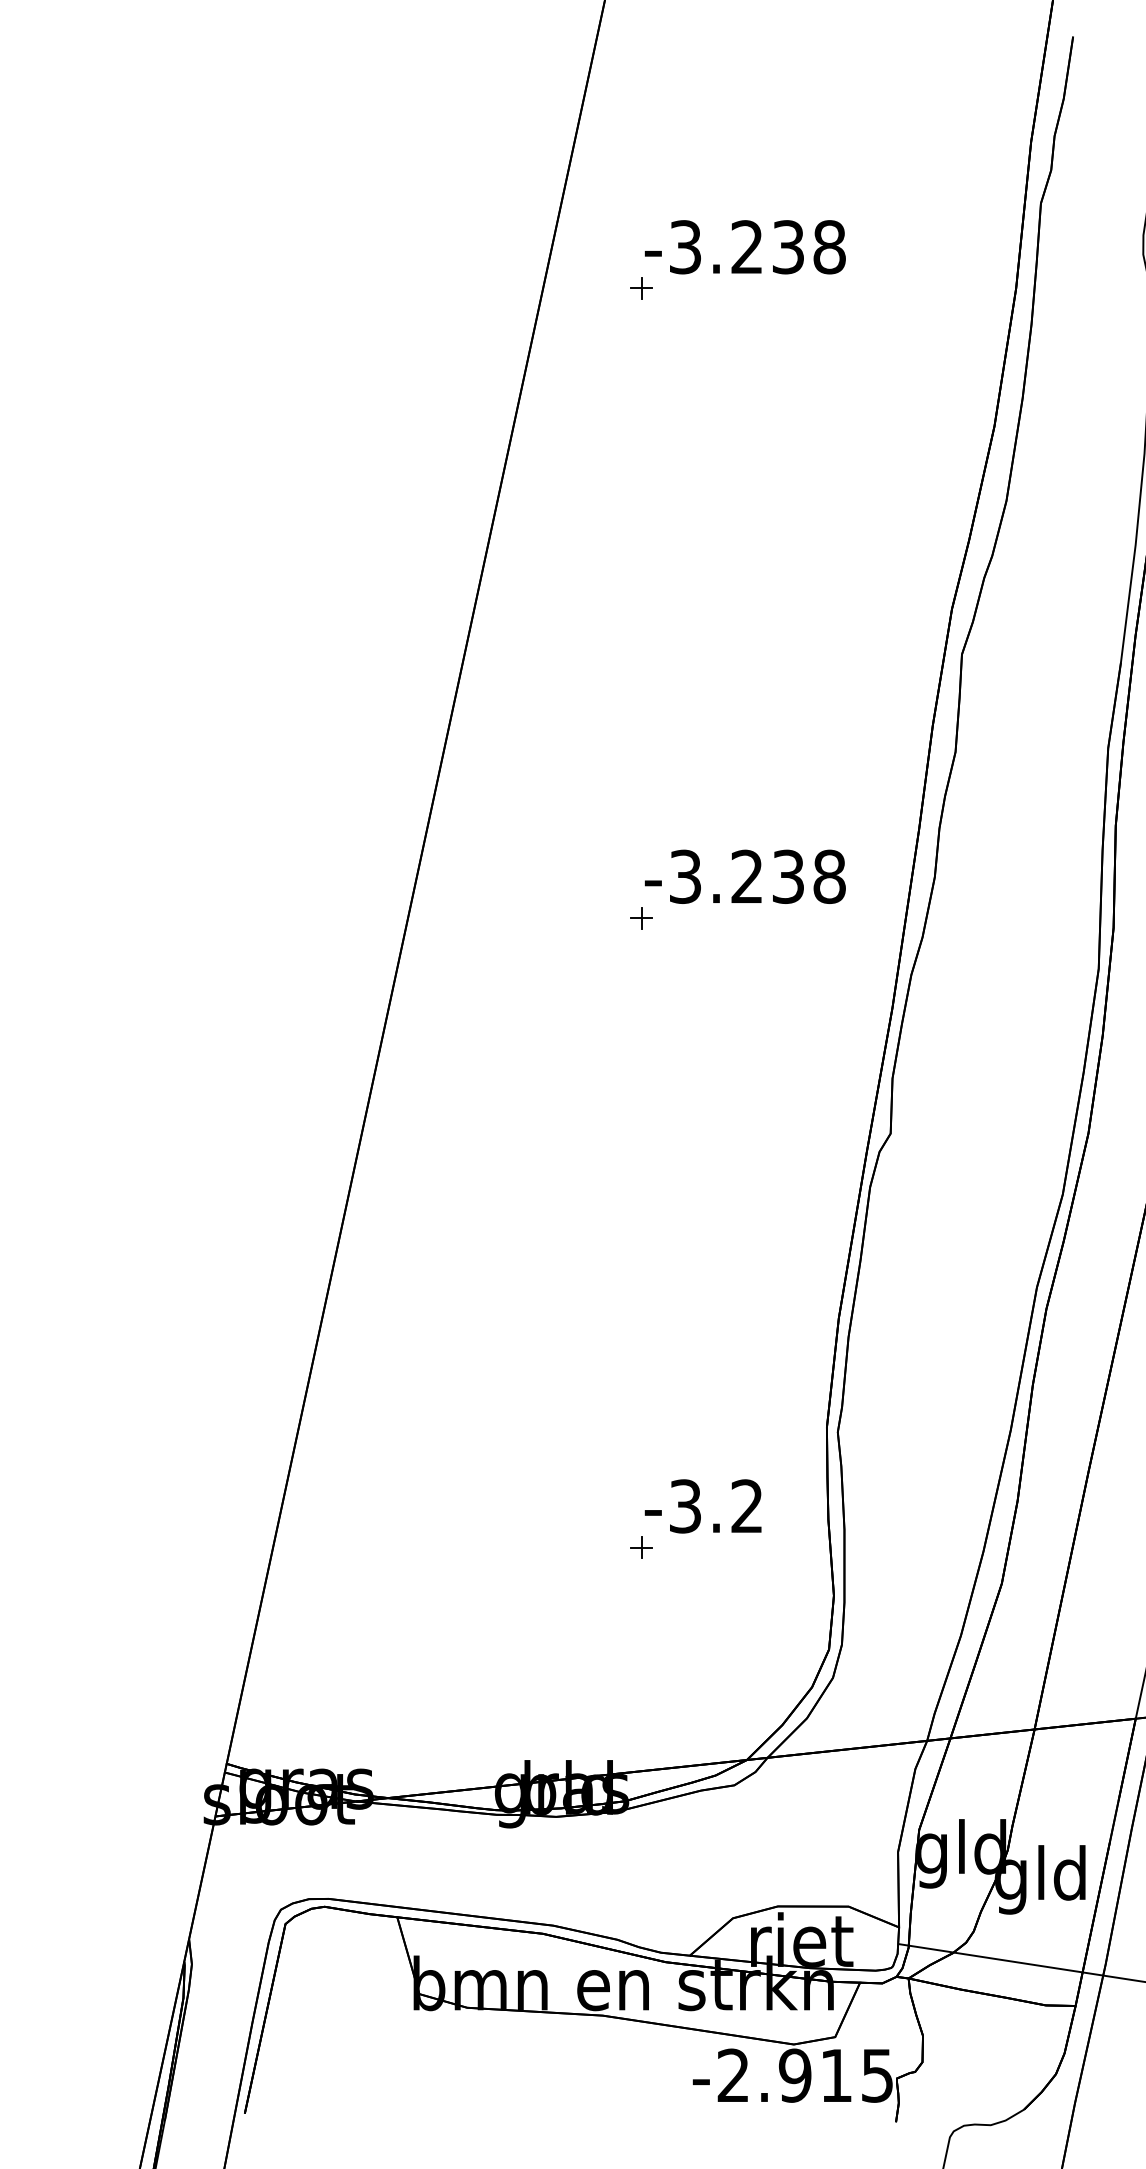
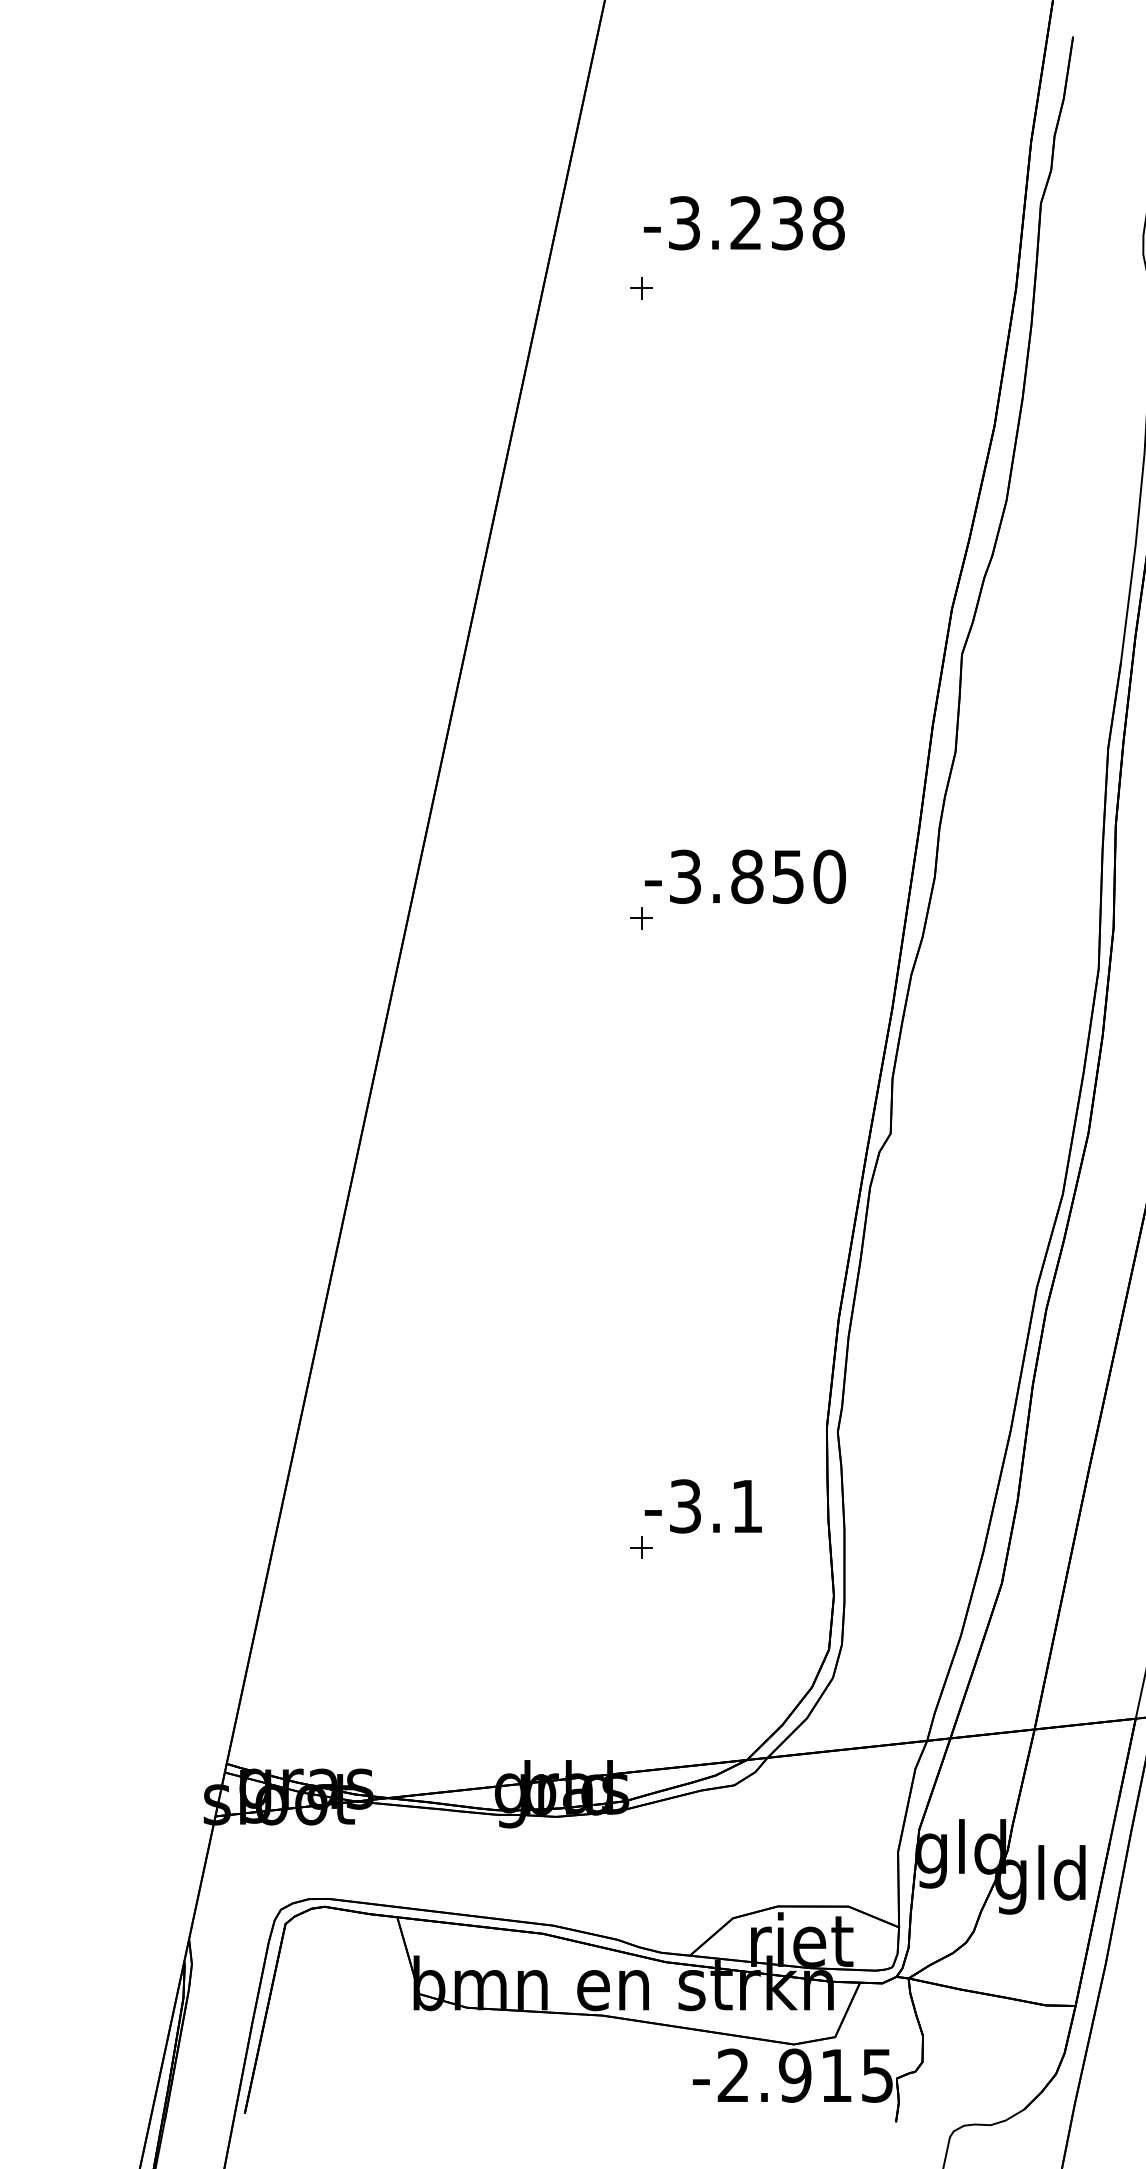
text at (744, 247) position: (744, 247) -> (743, 223)
text at (788, 876): -3.238 -> -3.850
text at (746, 1505): -3.2 -> -3.1
line at (1020, 1962): present -> none
